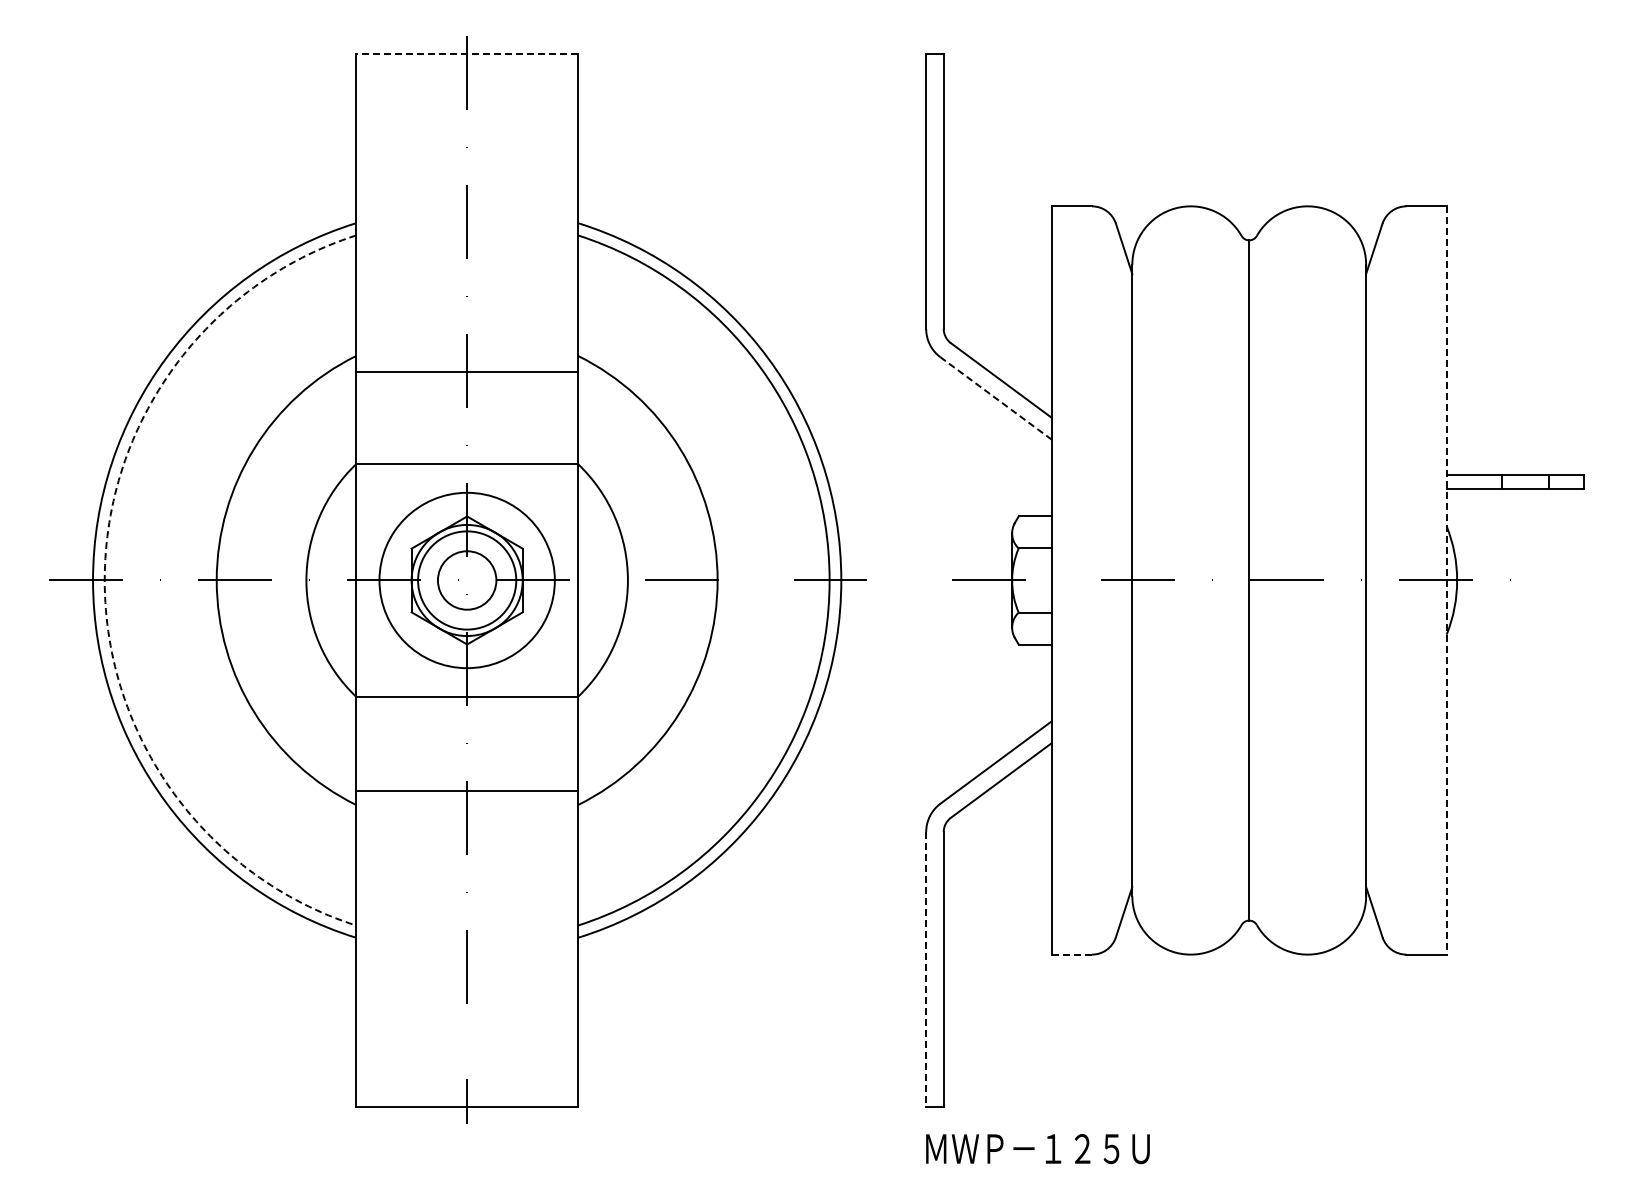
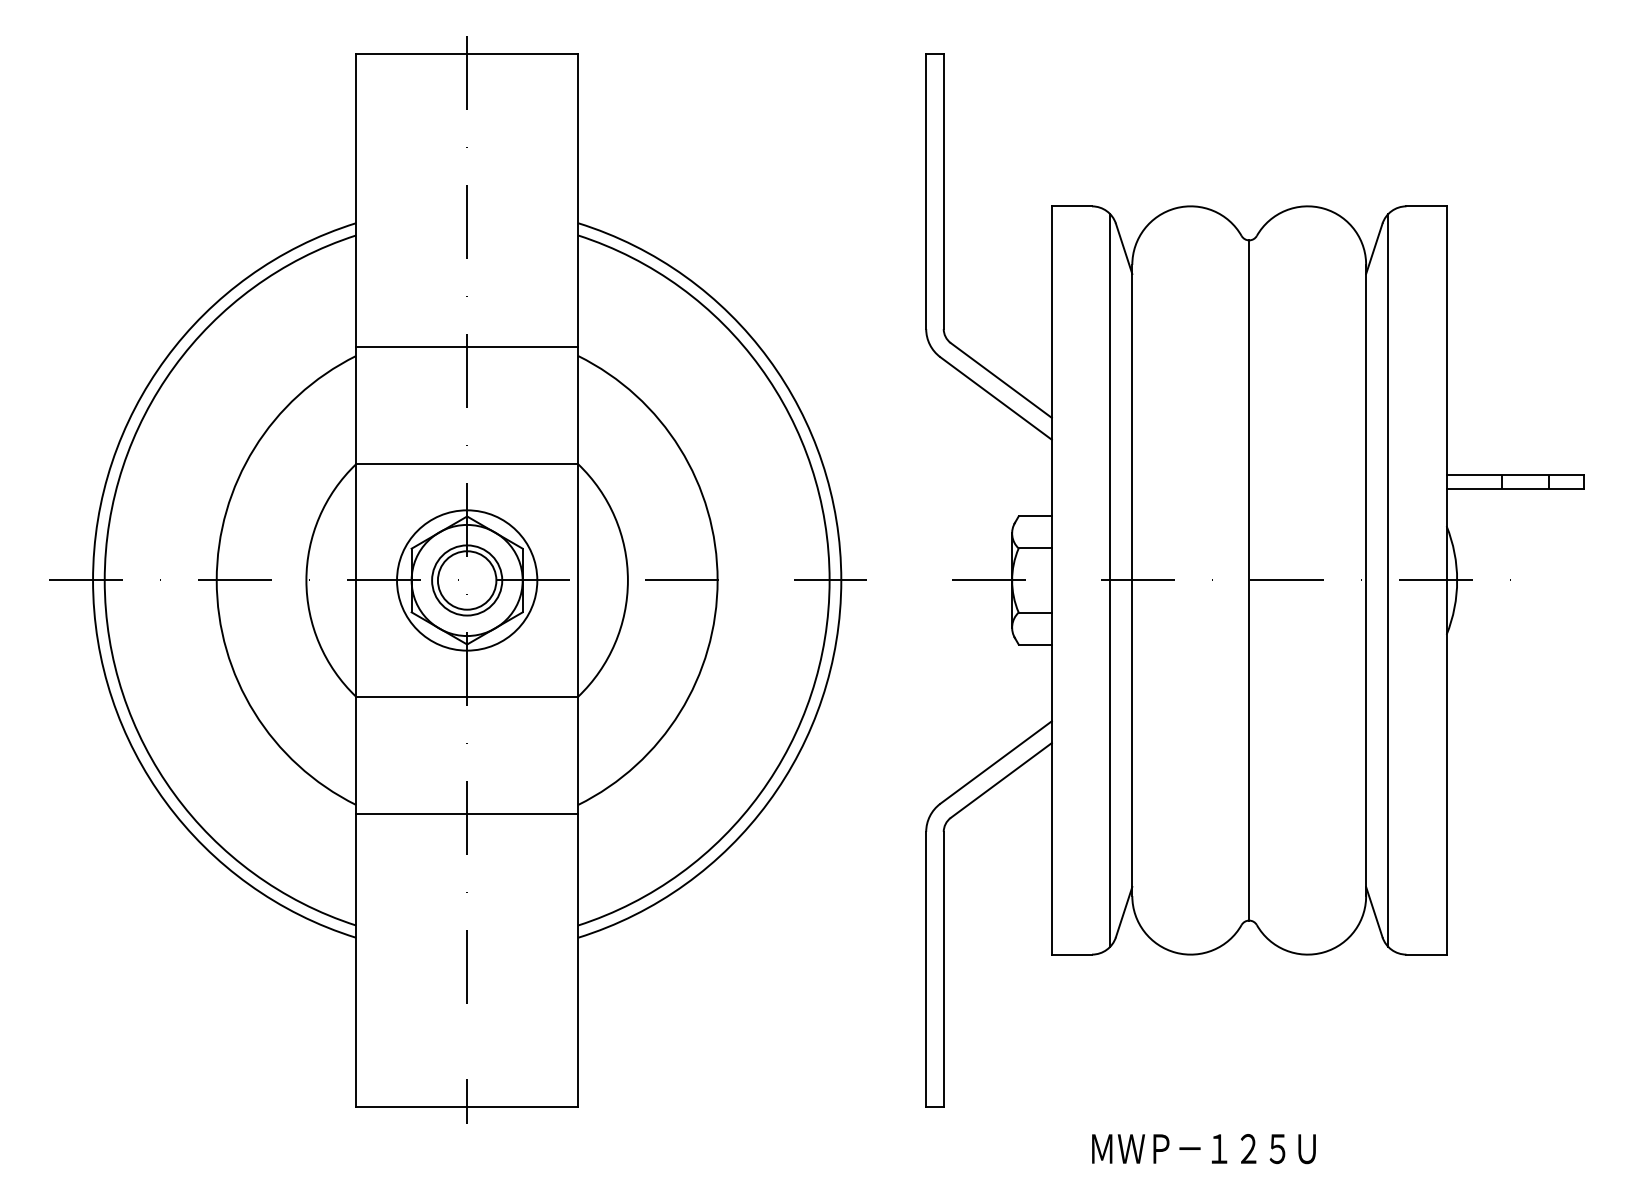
line at (466, 54): dashed -> solid
line at (467, 371) position: (467, 371) -> (467, 346)
line at (995, 398): dashed -> solid
arc at (104, 580): dashed -> solid
circle at (466, 580) diameter: 175 px -> 140 px
circle at (467, 580) diameter: 98 px -> 70 px
line at (1110, 580): none -> present
line at (1388, 580): none -> present
line at (1446, 580): dashed -> solid
line at (467, 791) position: (467, 791) -> (467, 814)
line at (1072, 954): dashed -> solid
line at (926, 969): dashed -> solid
text at (1037, 1149) position: (1037, 1149) -> (1203, 1149)
